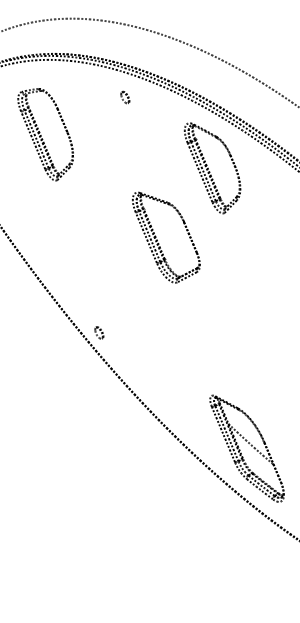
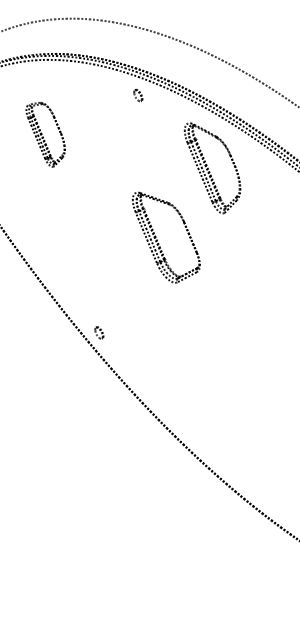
part at (125, 97) position: (125, 97) -> (138, 95)
part at (45, 134) size: 57x94 px -> 41x67 px
part at (246, 448): present -> none
